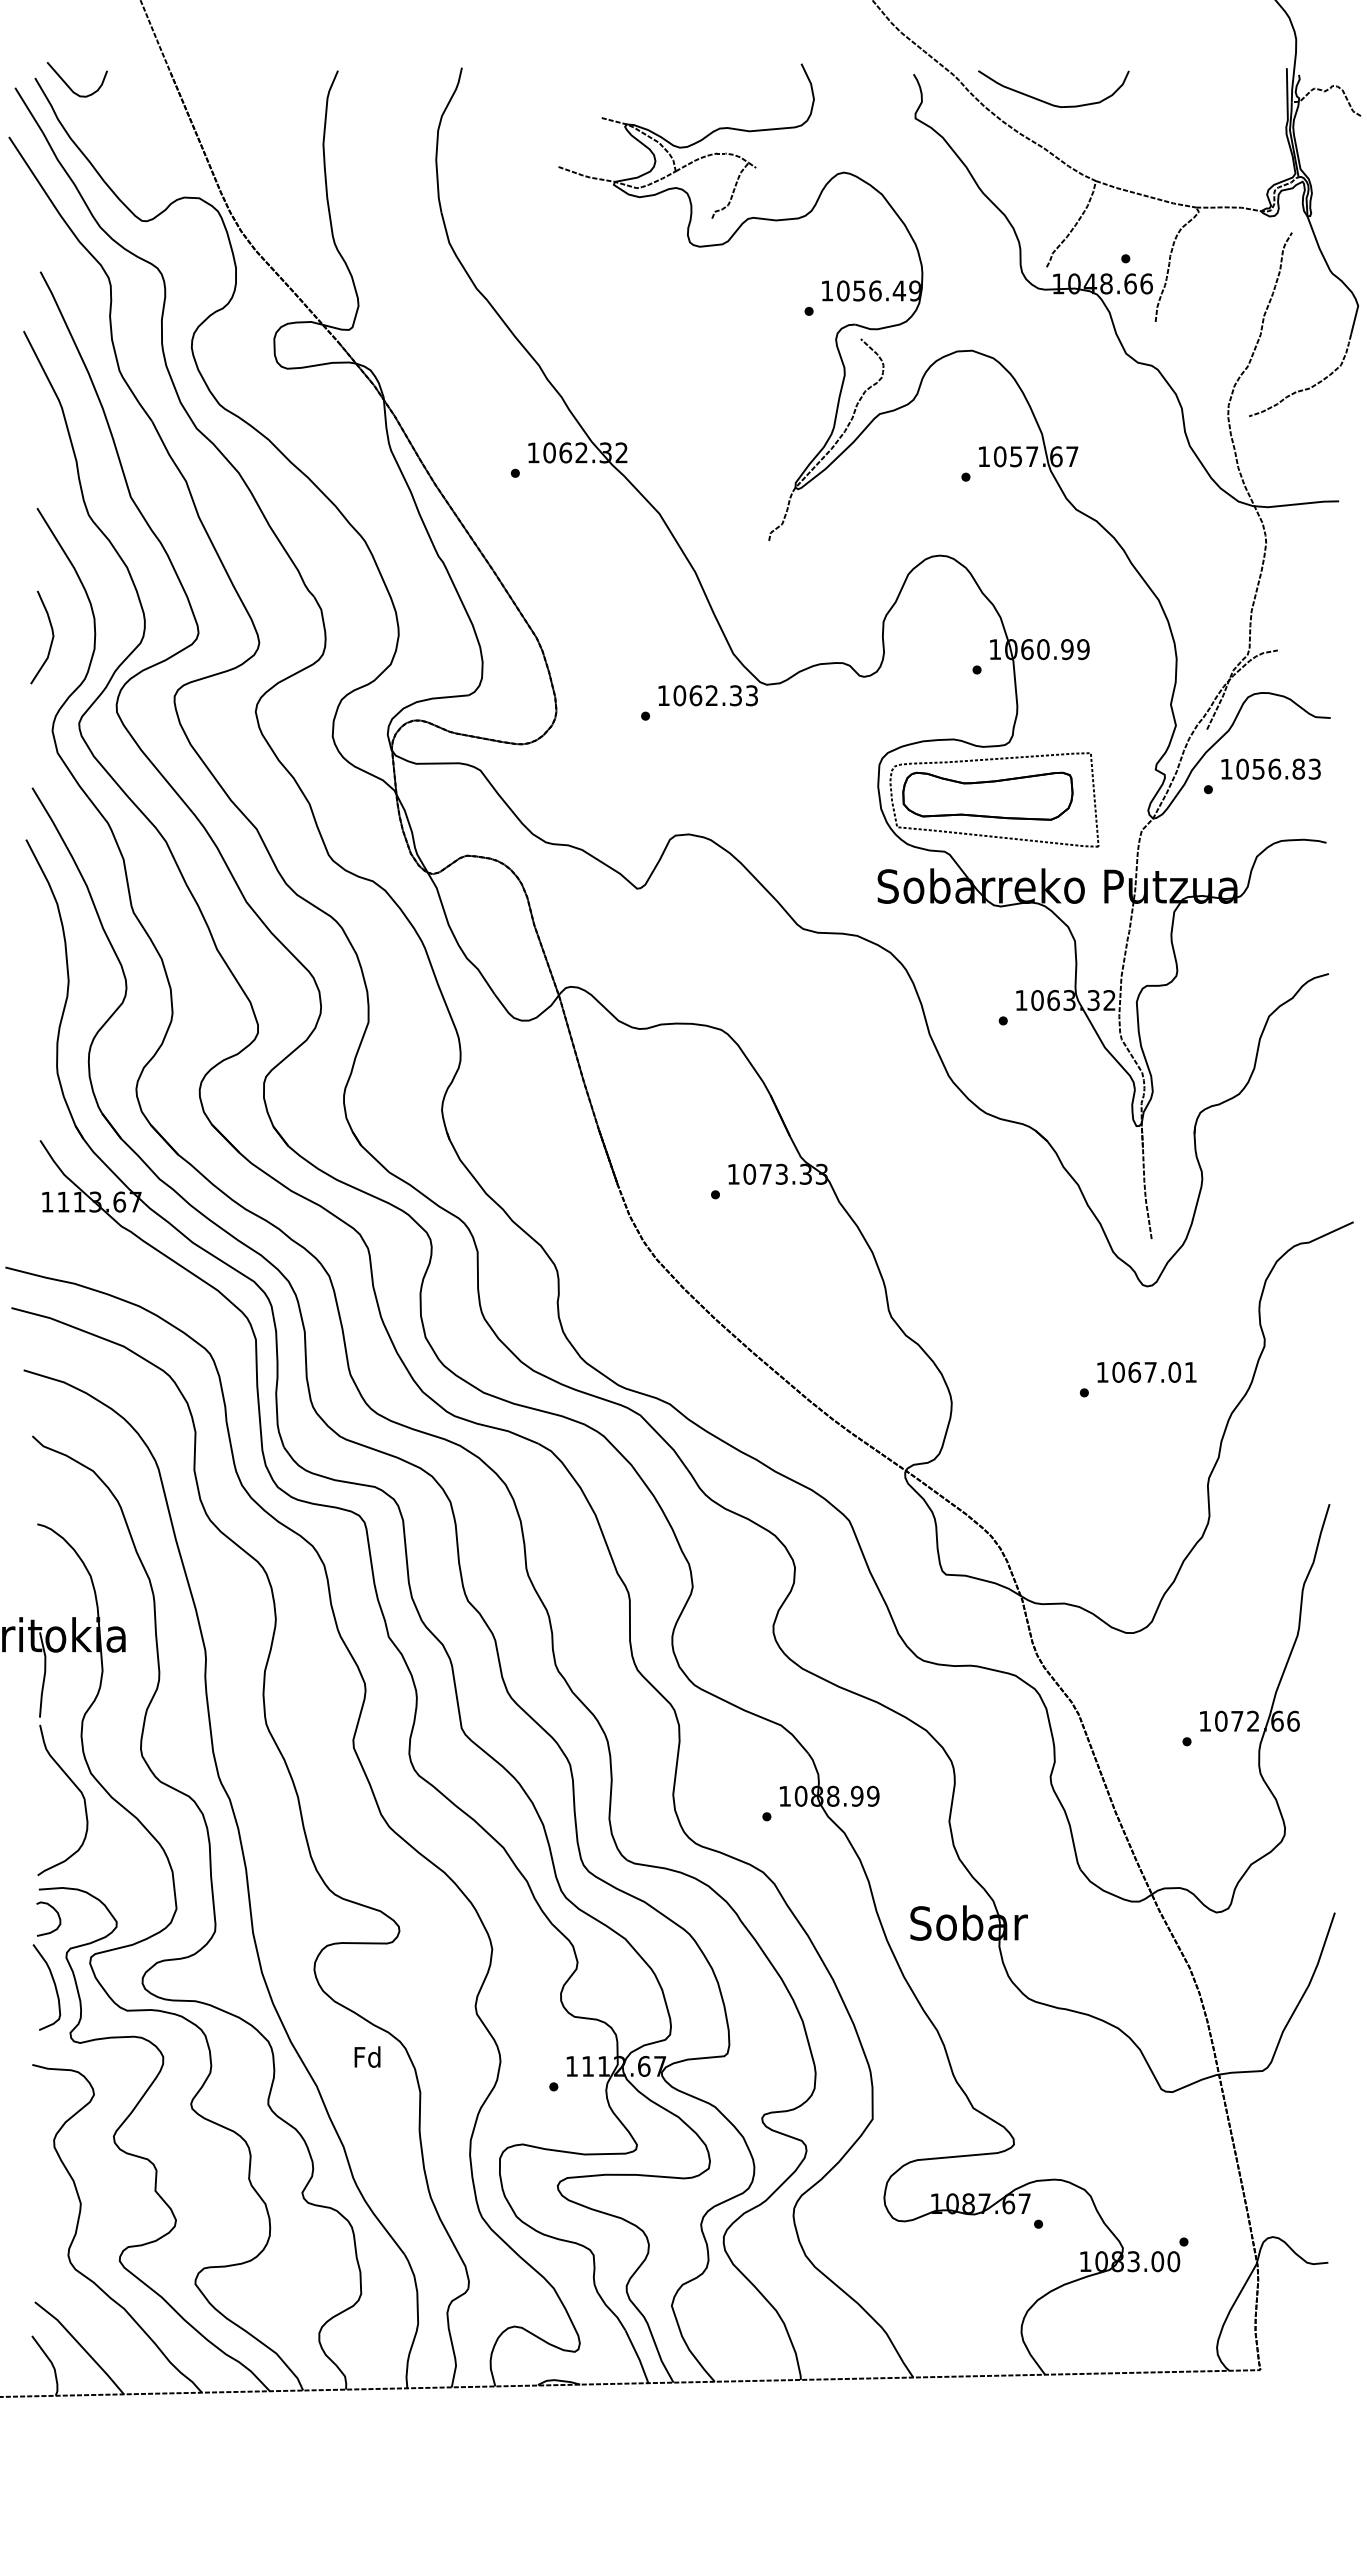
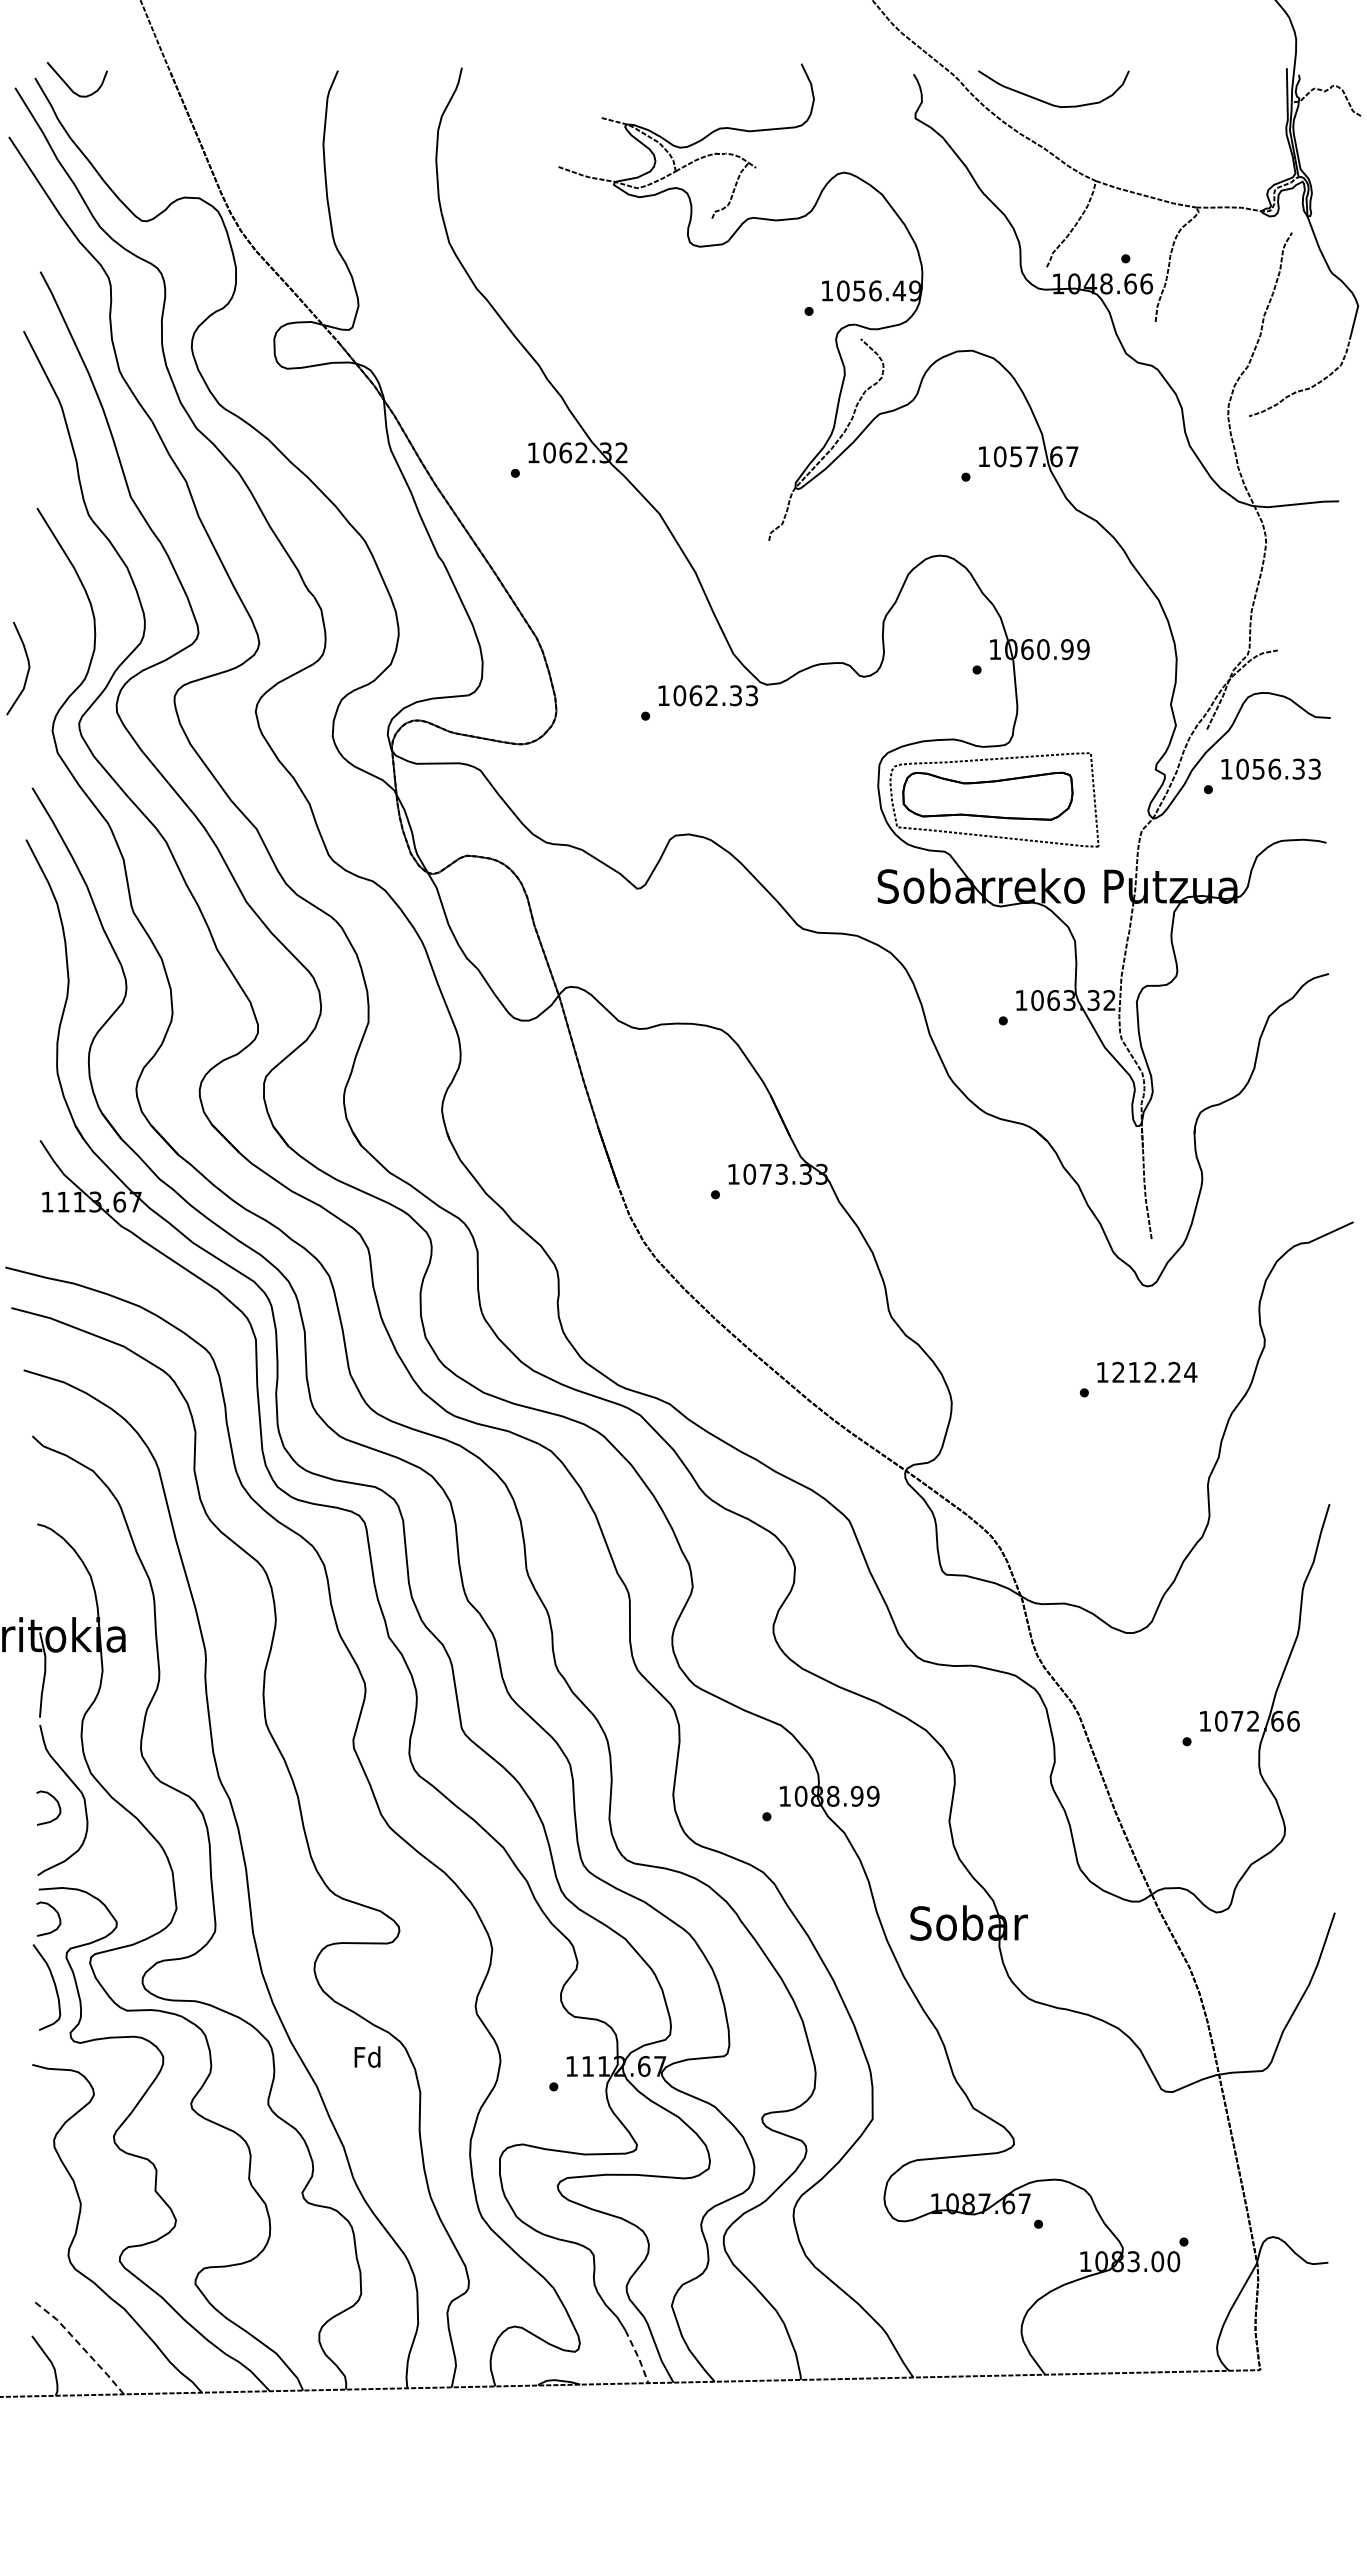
curve at (51, 639) position: (51, 639) -> (27, 670)
text at (1298, 768): 1056.83 -> 1056.33
text at (1154, 1371): 1067.01 -> 1212.24
curve at (57, 1804): none -> present
line at (81, 2346): solid -> dashed
line at (638, 2357): solid -> dashed
